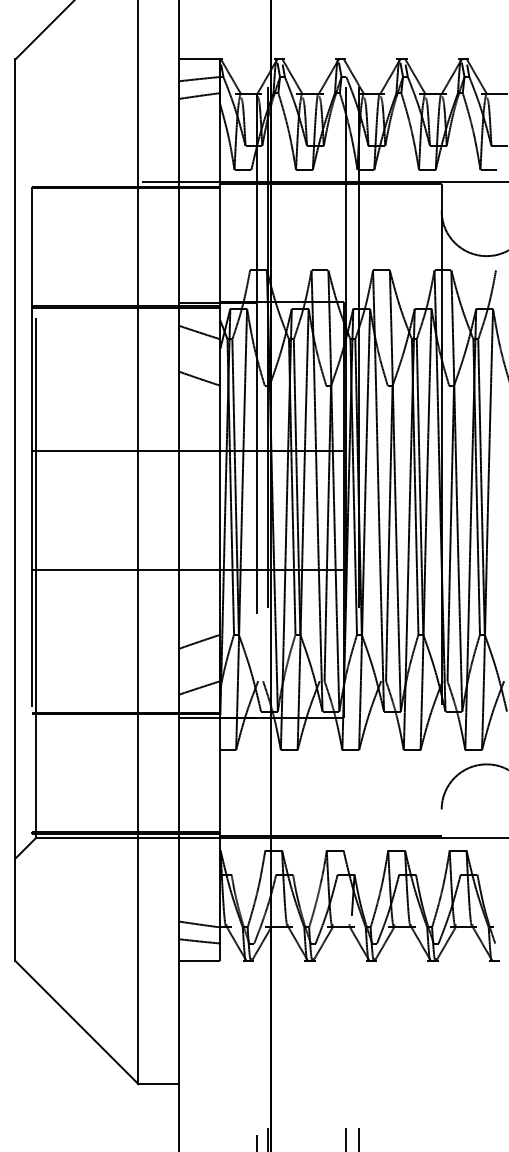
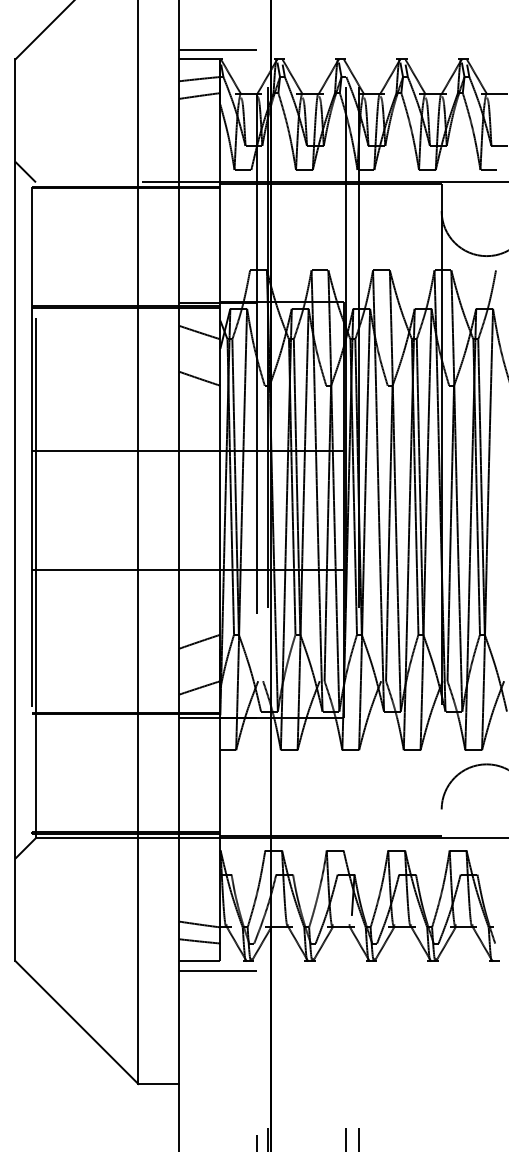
line at (218, 49): none -> present
line at (25, 171): none -> present
line at (218, 970): none -> present
